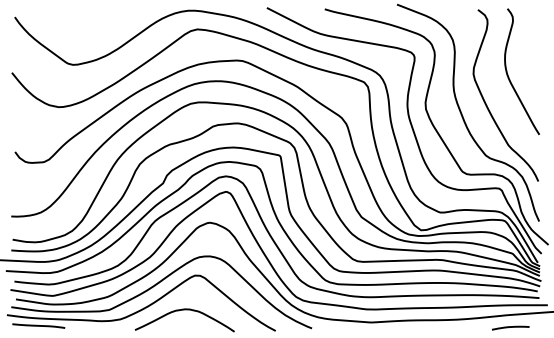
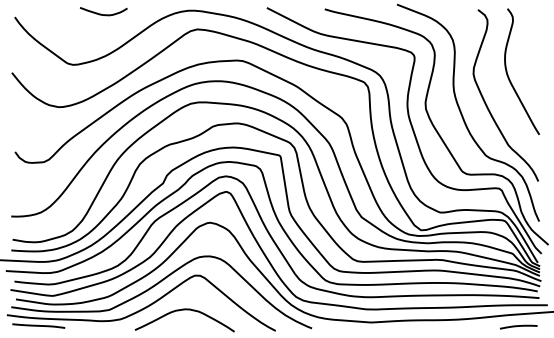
curve at (101, 13): none -> present
line at (510, 327) position: (510, 327) -> (518, 326)
